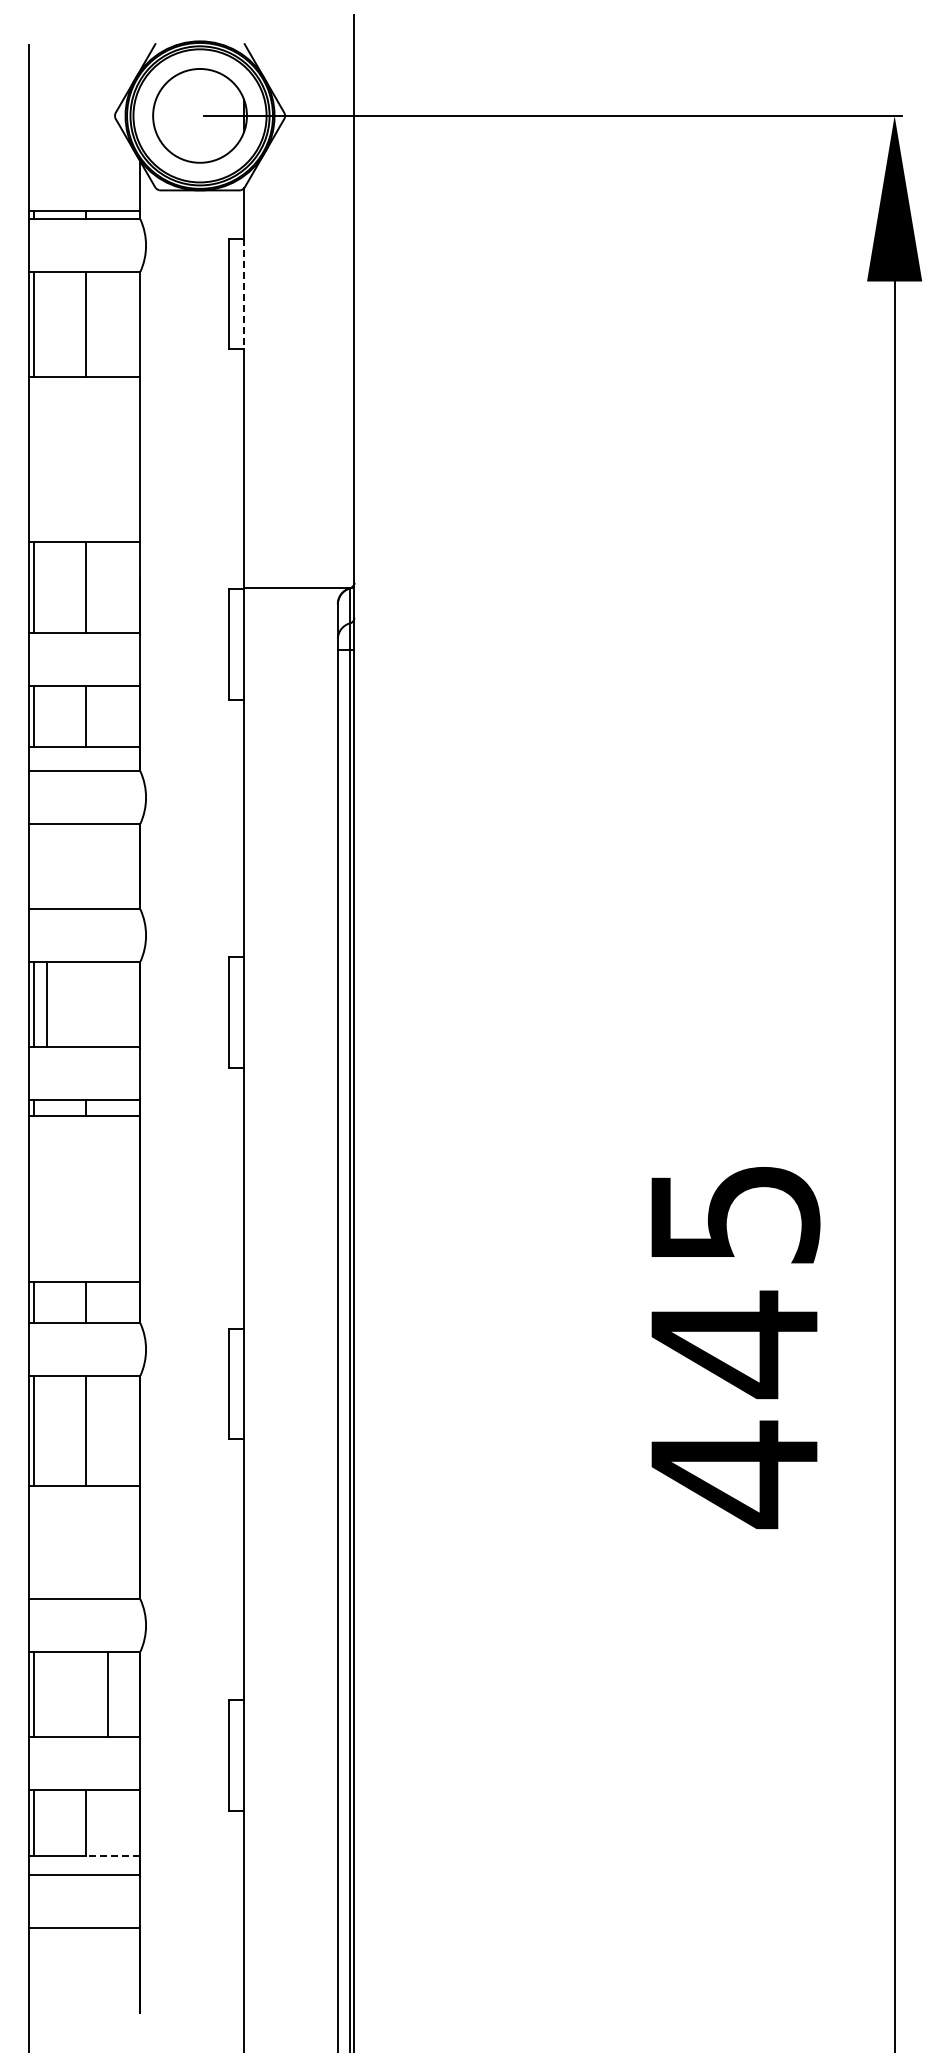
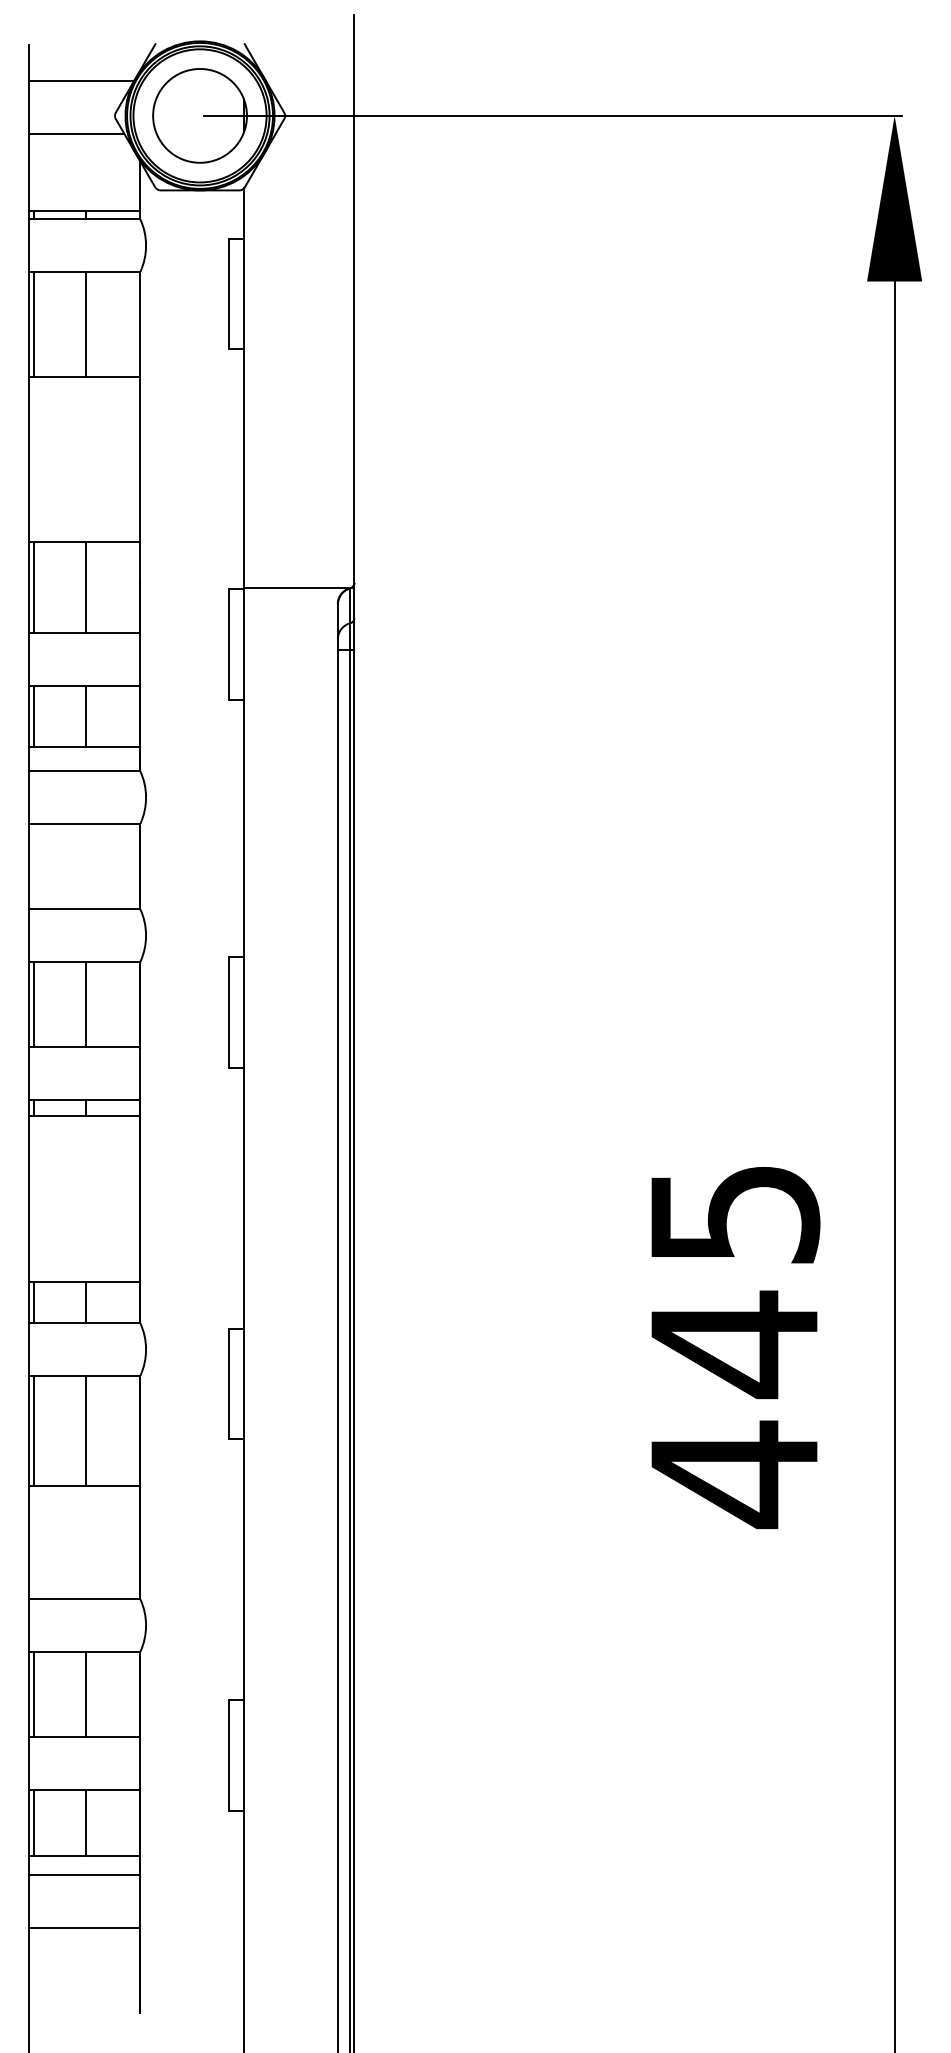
line at (80, 81): none -> present
line at (76, 133): none -> present
line at (244, 294): dashed -> solid
line at (47, 1004) position: (47, 1004) -> (86, 1004)
line at (108, 1694) position: (108, 1694) -> (86, 1694)
line at (112, 1855): dashed -> solid
